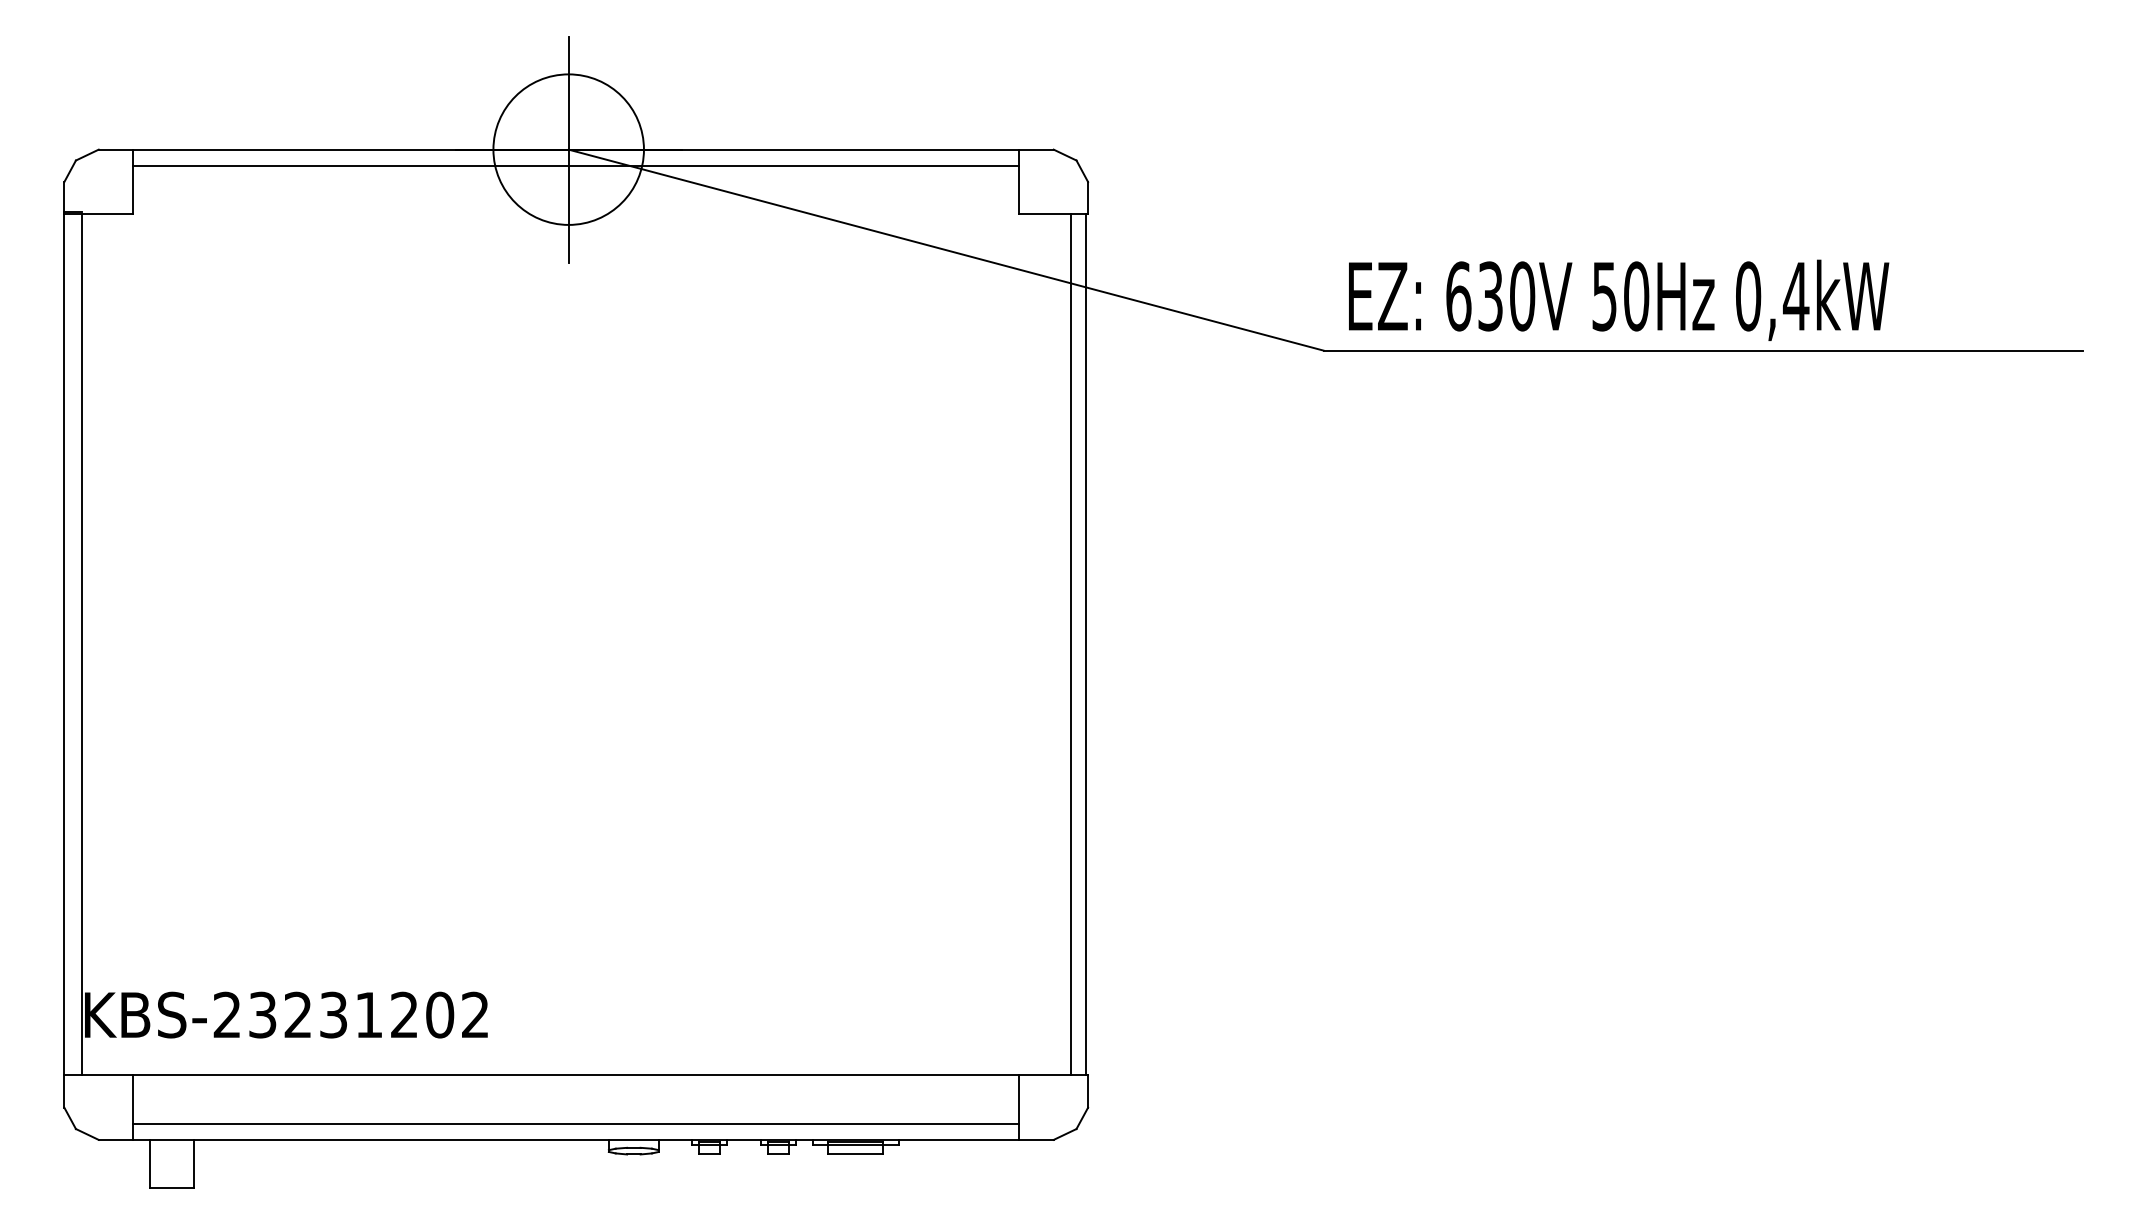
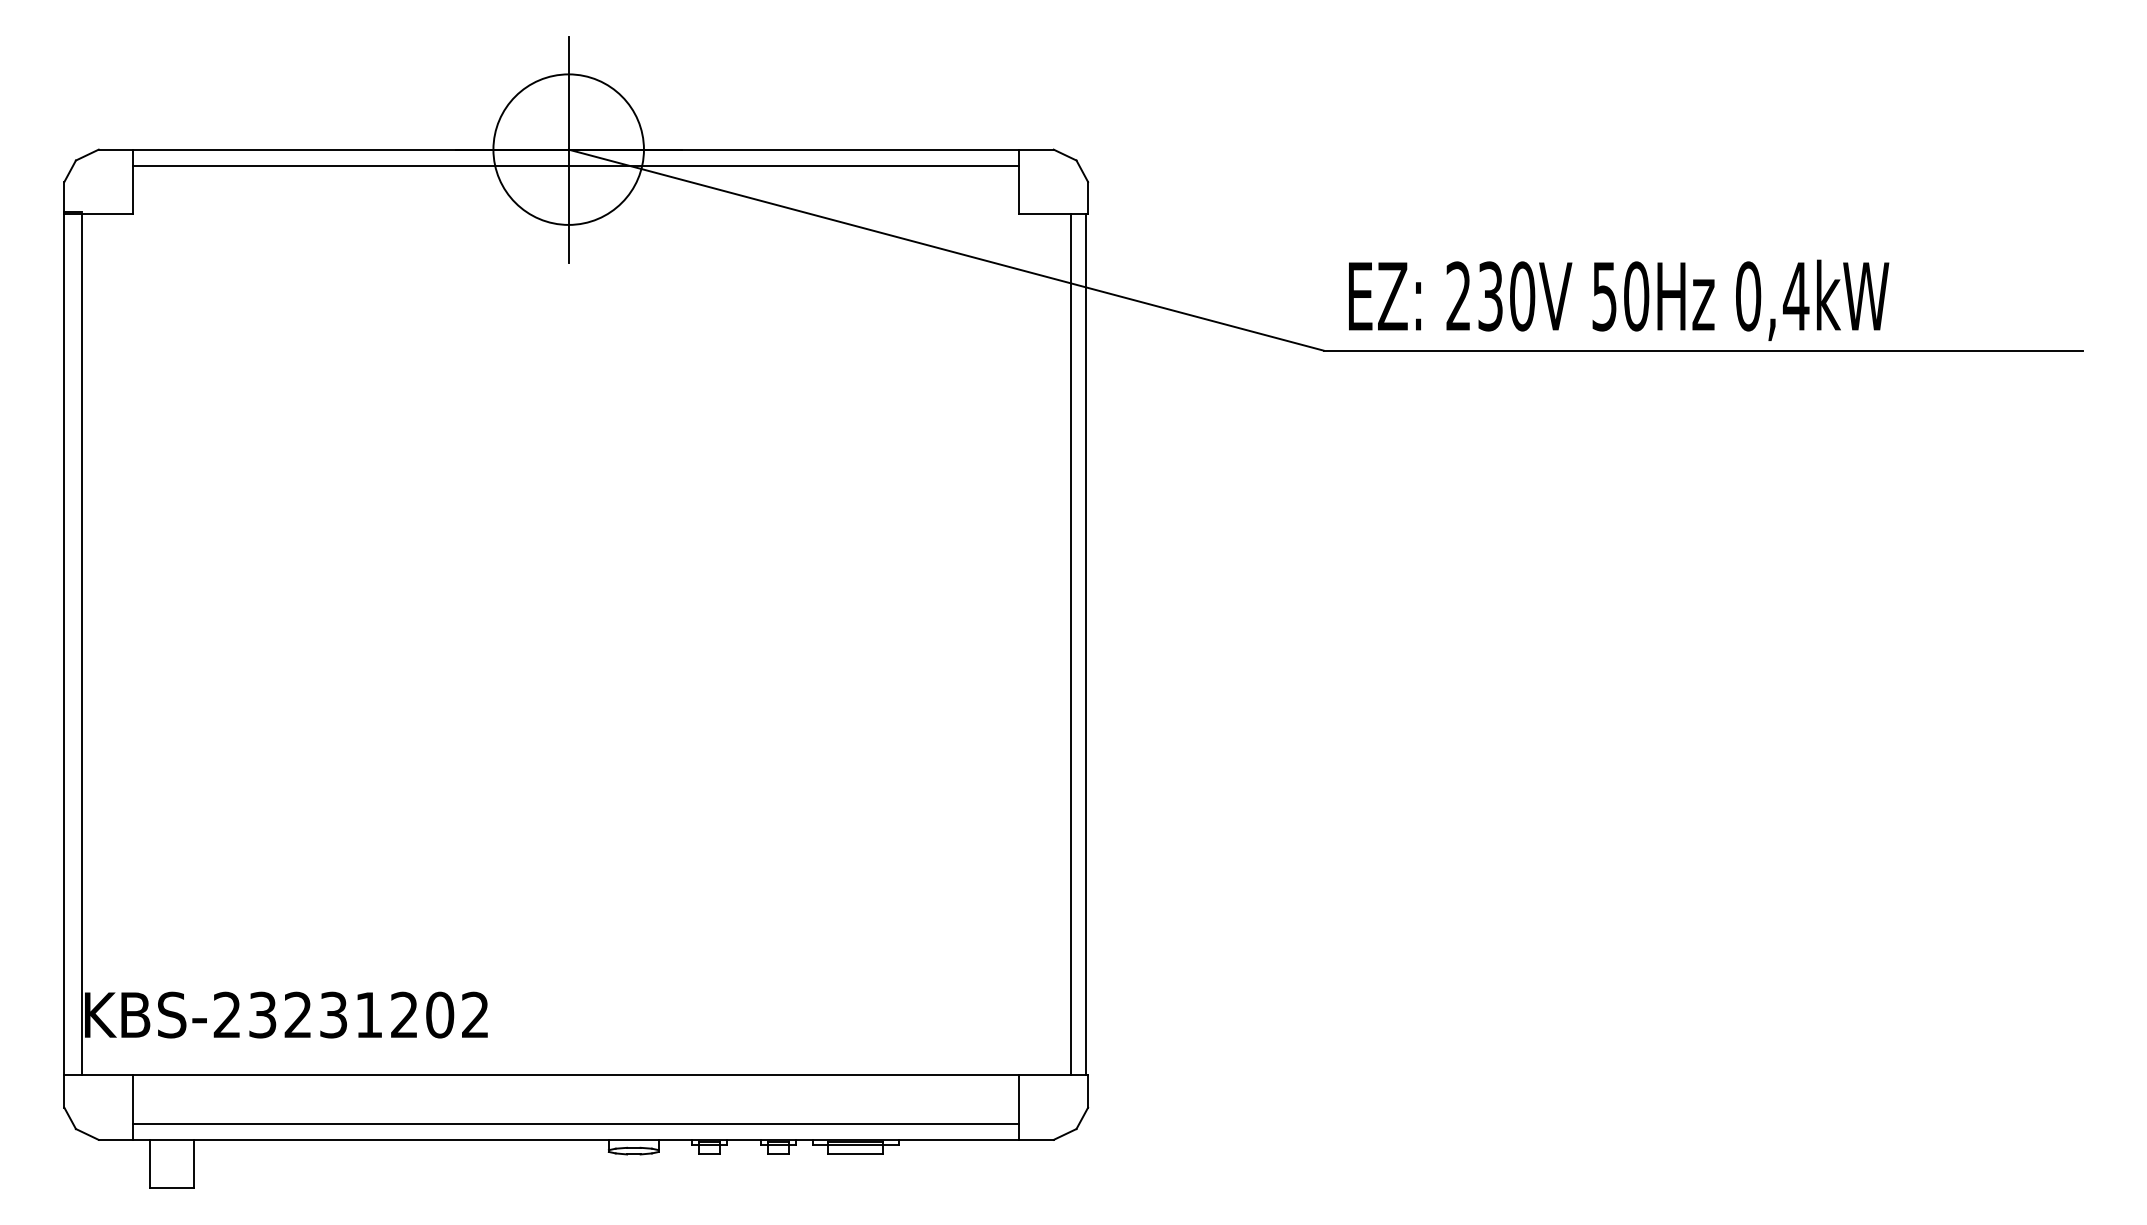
text at (1458, 296): 630V -> 230V
